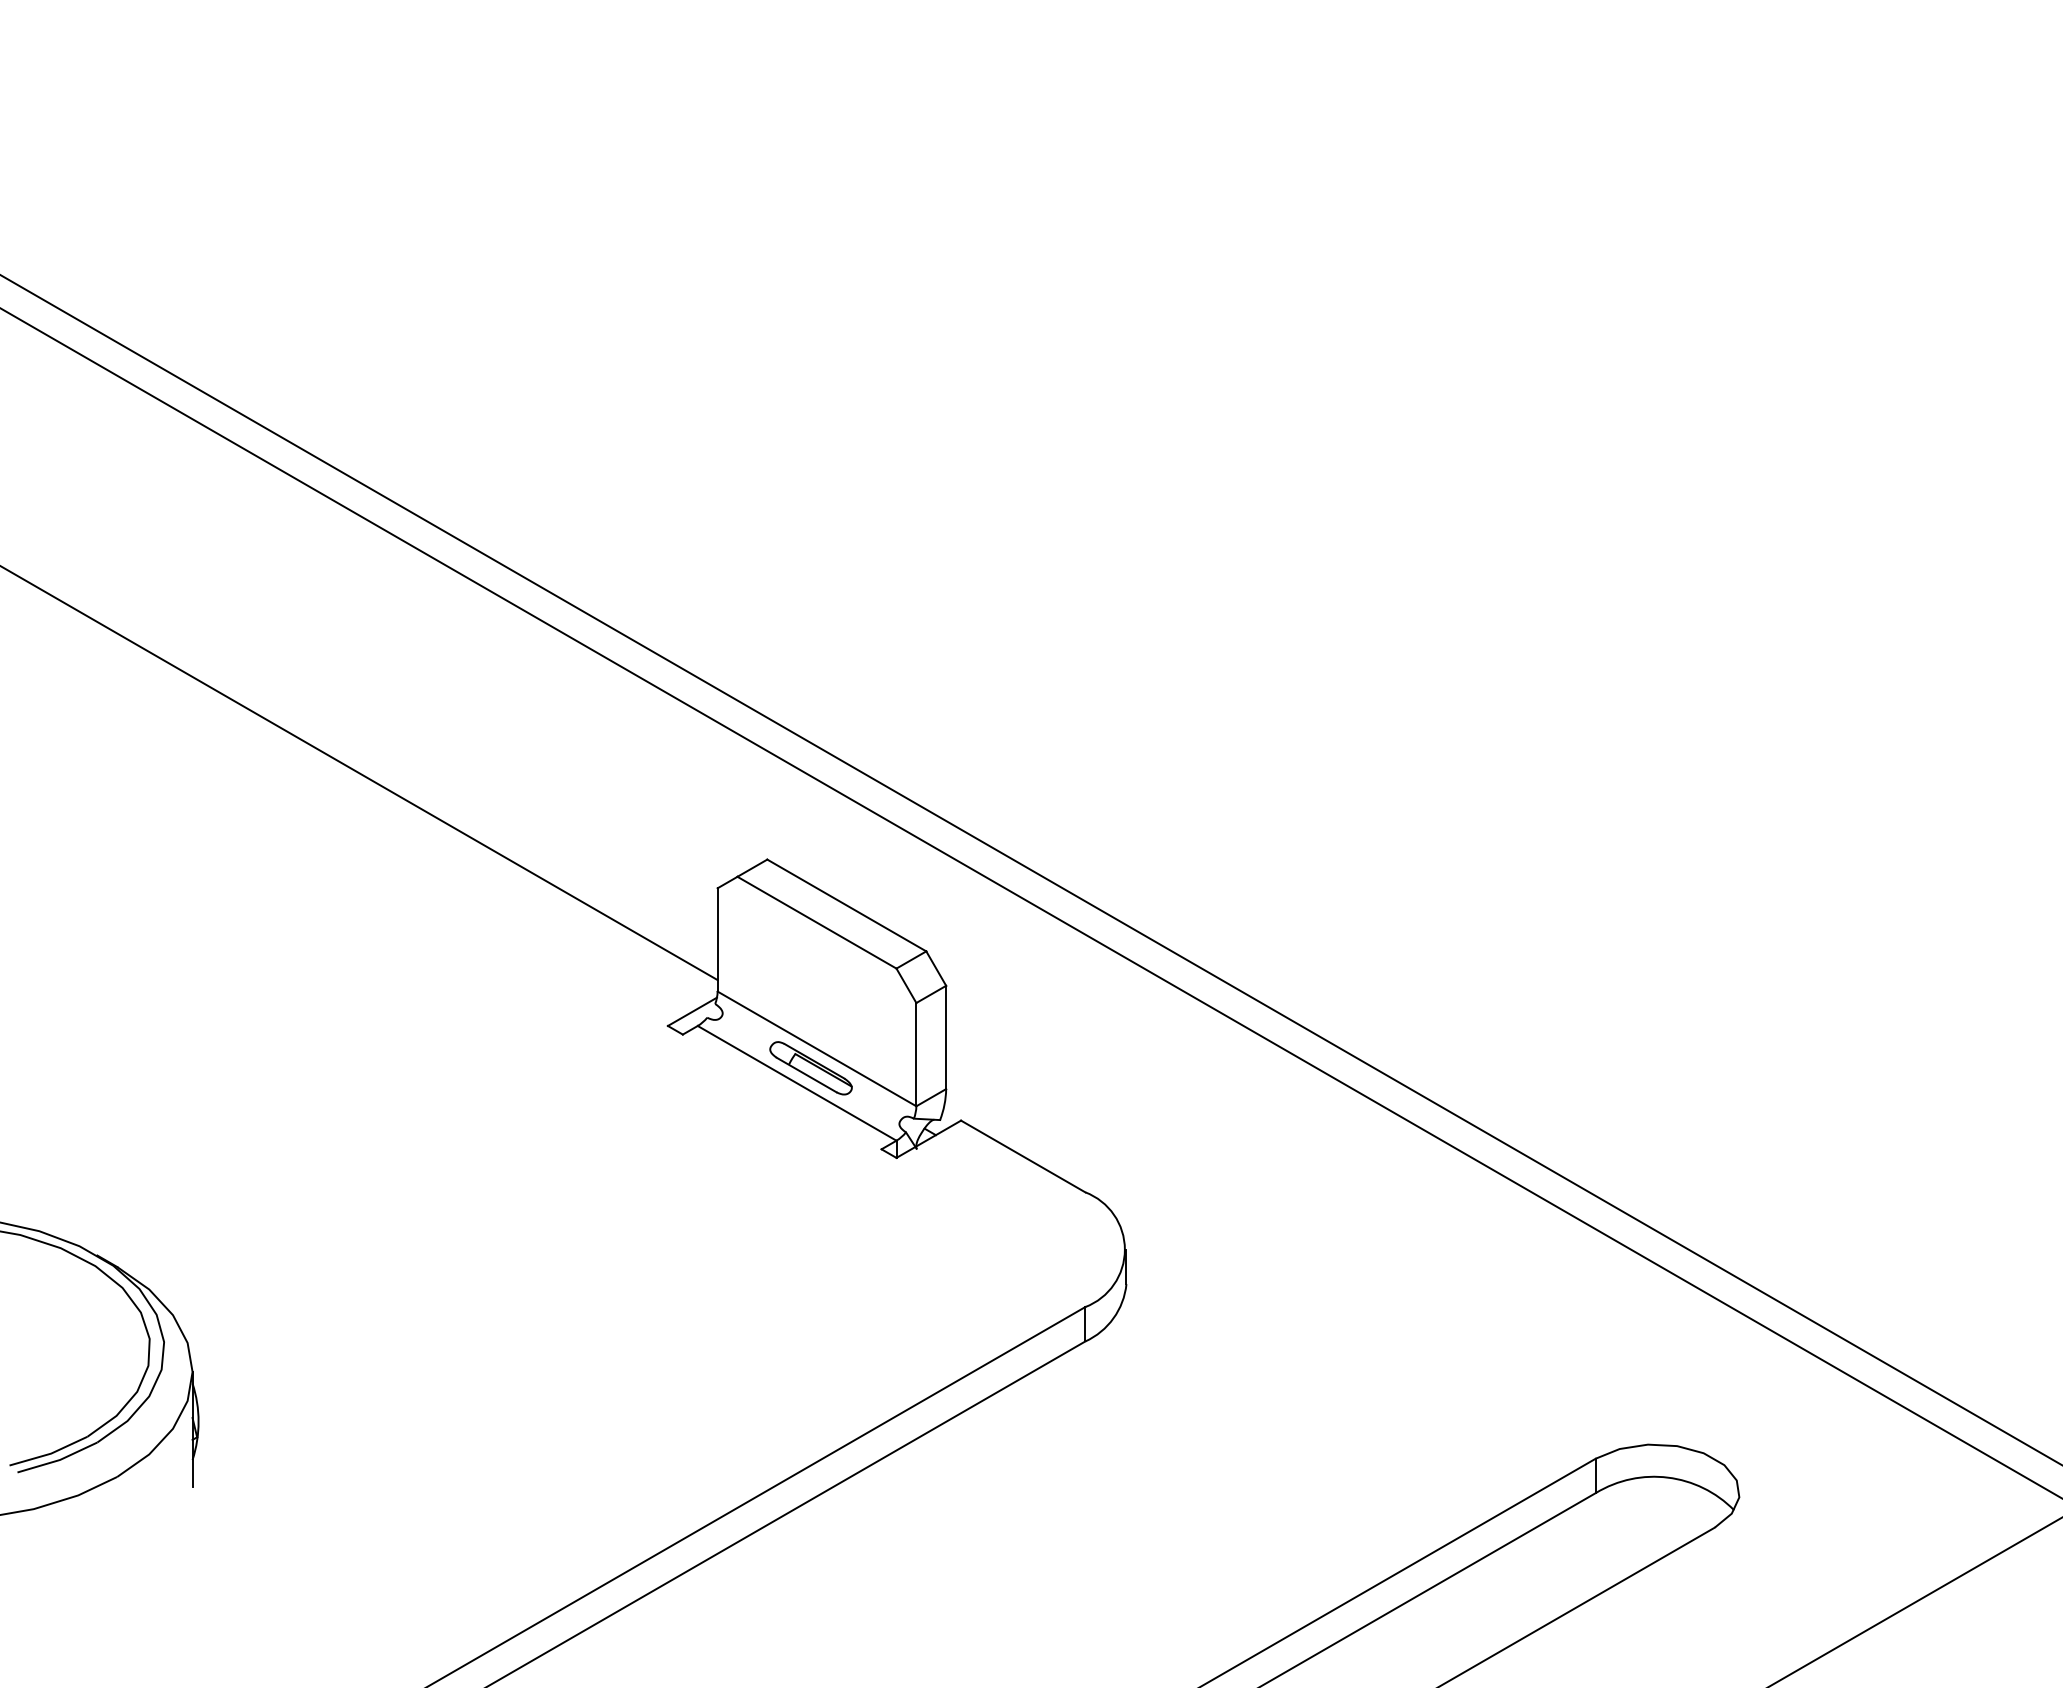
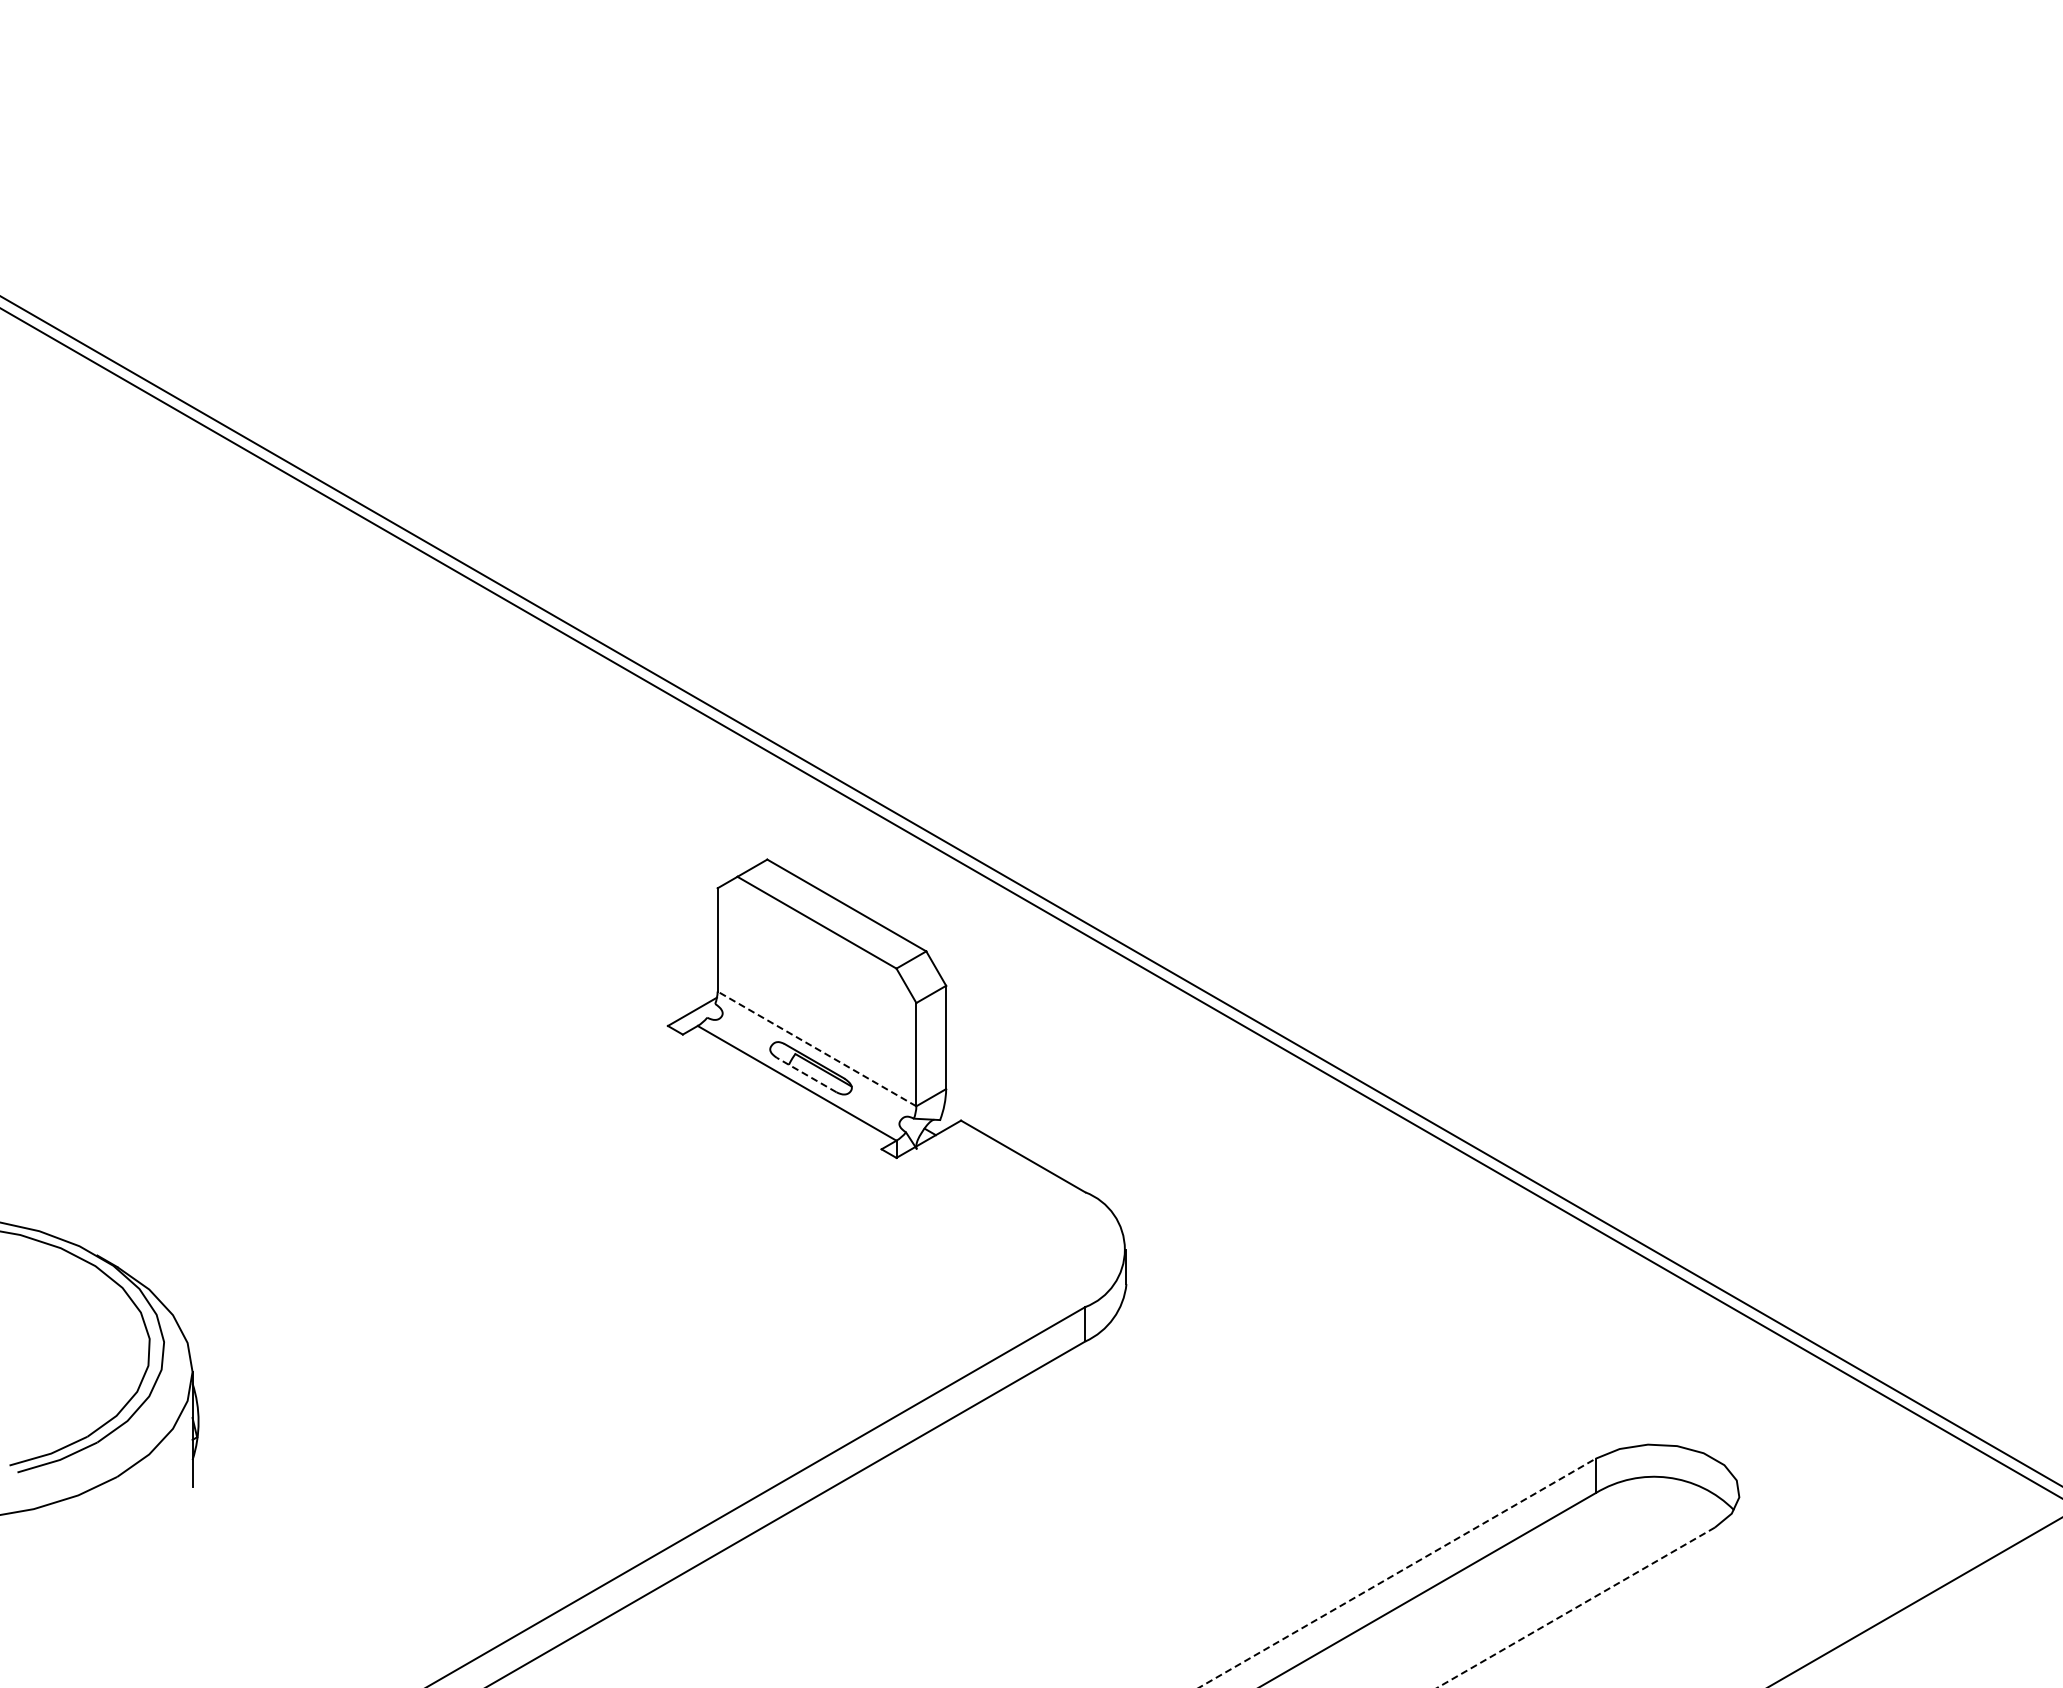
line at (359, 773): present -> none
line at (1030, 869) position: (1030, 869) -> (1030, 891)
line at (817, 1048): solid -> dashed
line at (806, 1074): solid -> dashed
line at (1397, 1573): solid -> dashed
line at (1575, 1608): solid -> dashed
